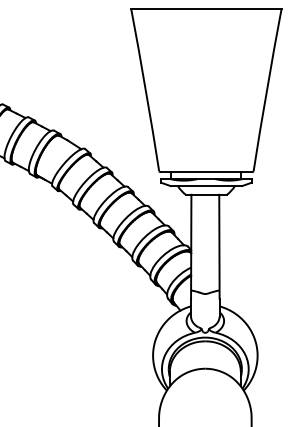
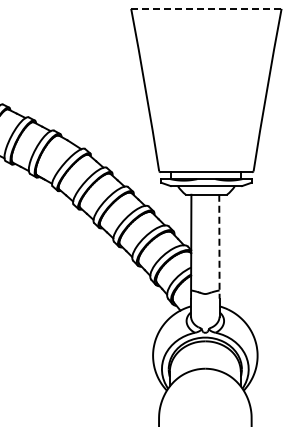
line at (206, 8): solid -> dashed
line at (219, 246): solid -> dashed
